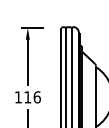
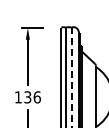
line at (71, 77): solid -> dashed
text at (27, 97): 116 -> 136
